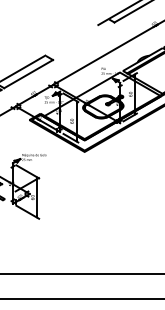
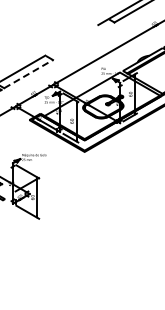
line at (29, 73): solid -> dashed
line at (81, 273): present -> none
line at (81, 299): present -> none
